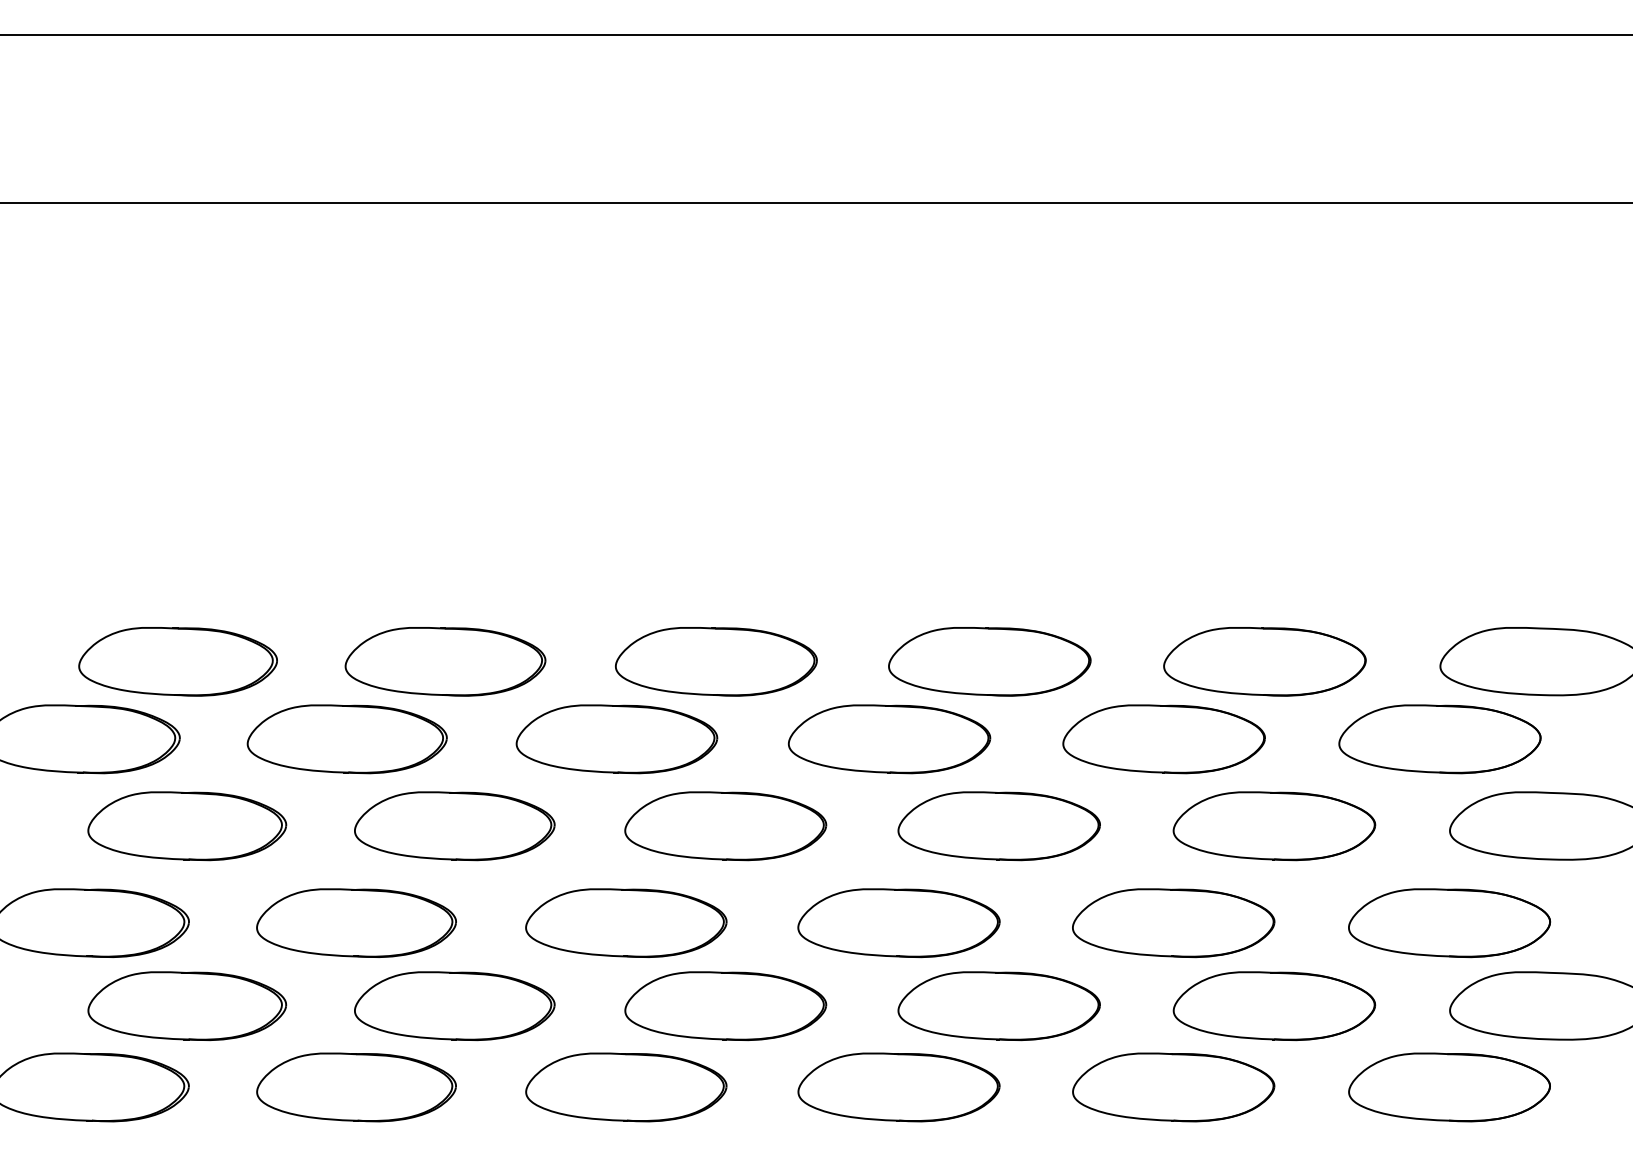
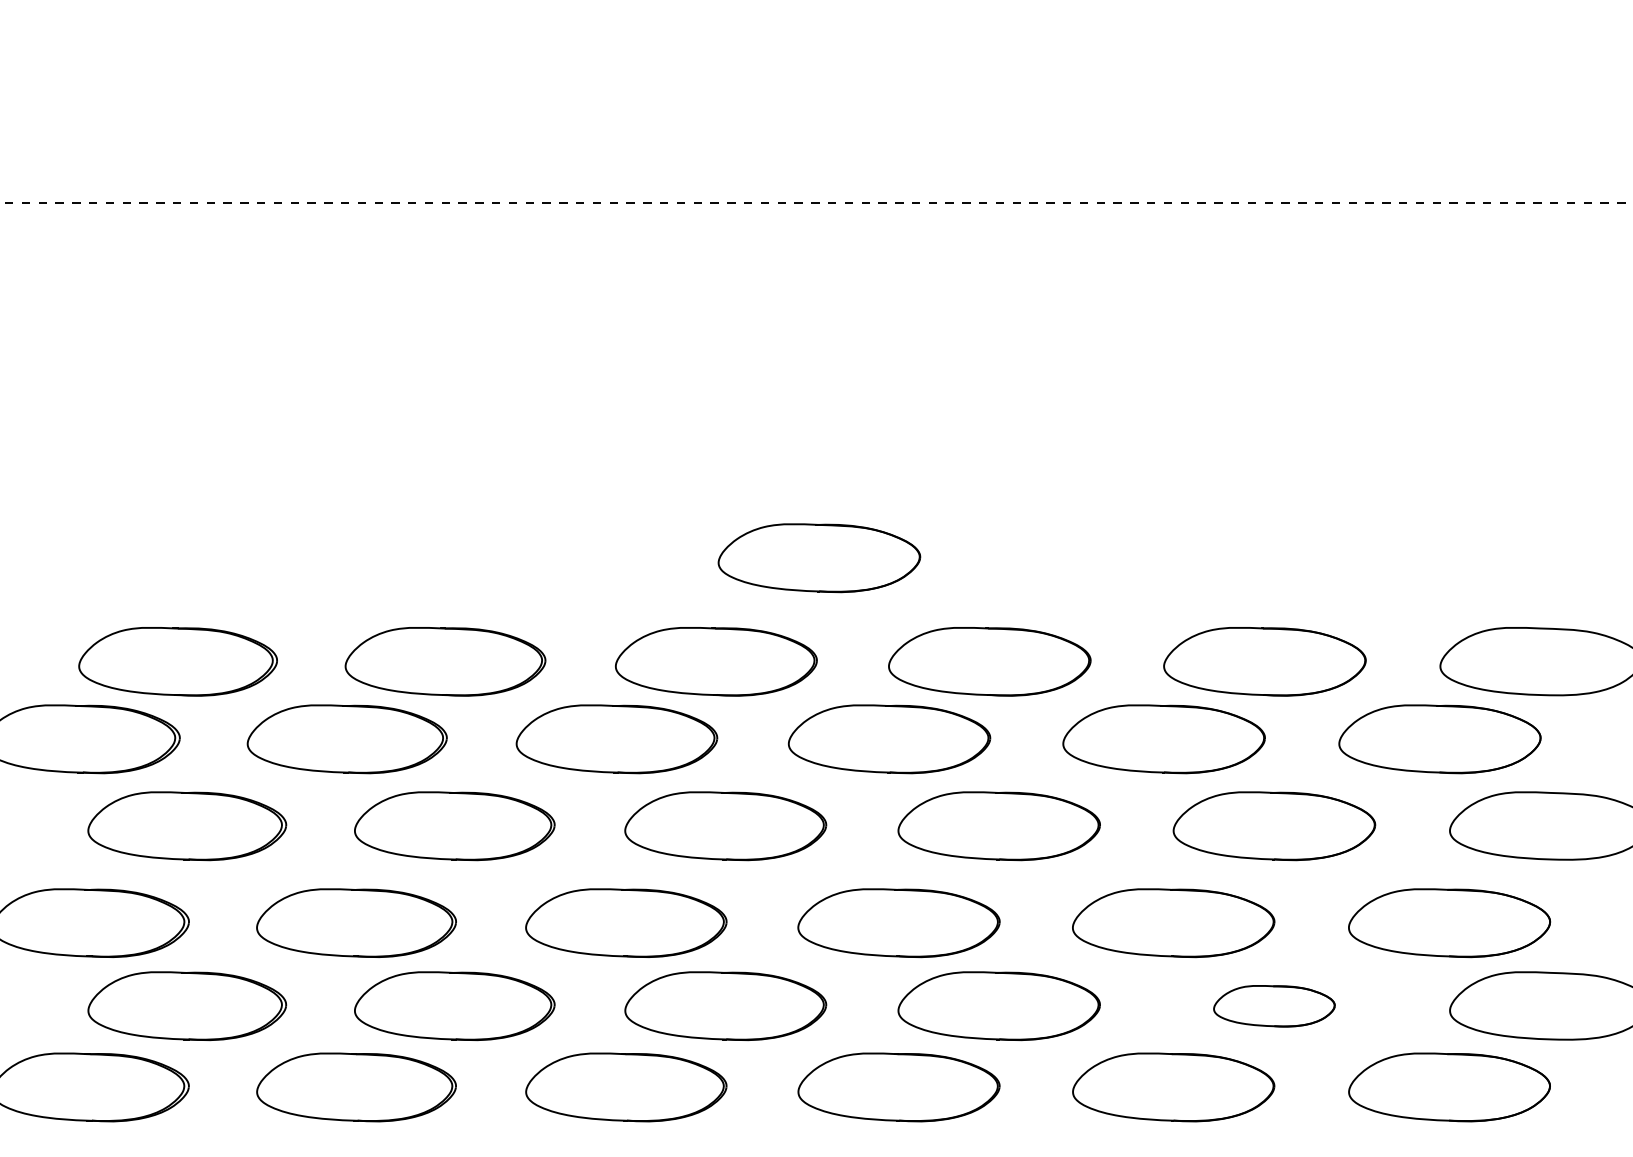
line at (815, 34): present -> none
line at (817, 202): solid -> dashed
part at (819, 558): none -> present
part at (1274, 1006) size: 205x71 px -> 123x43 px
